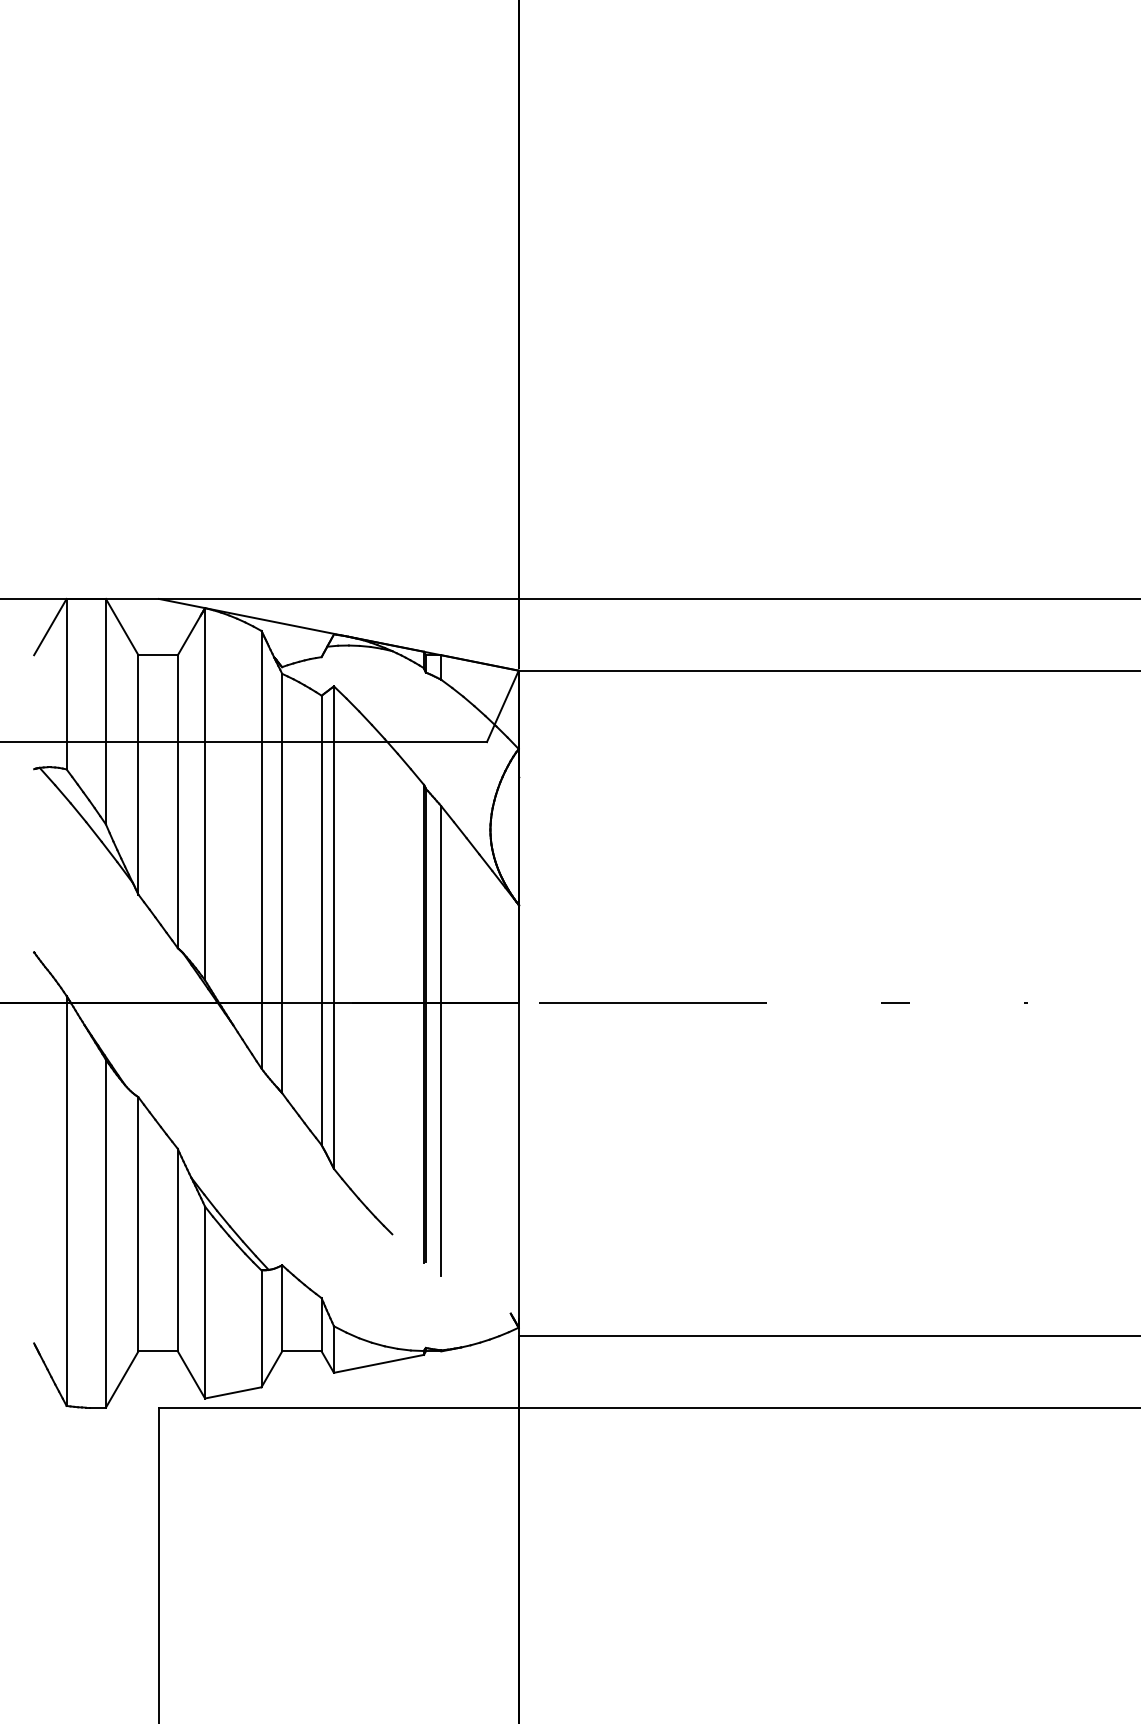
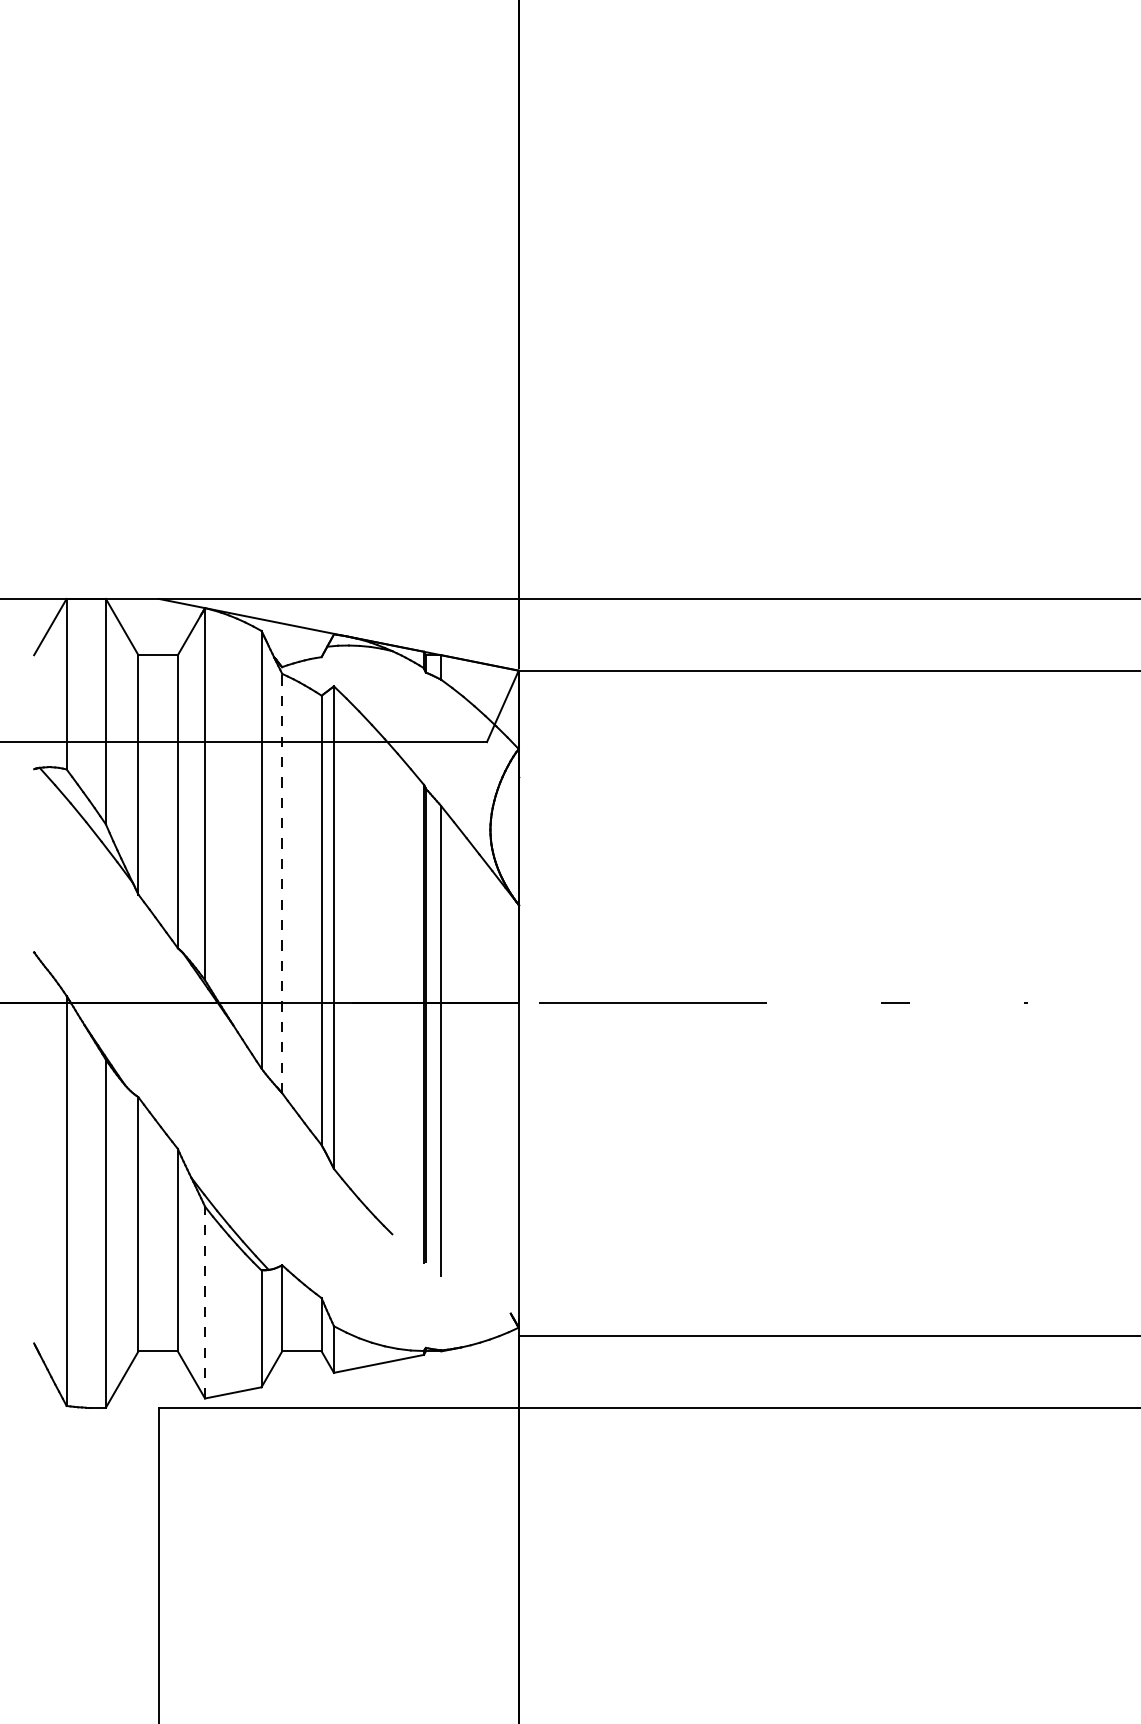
line at (282, 883): solid -> dashed
line at (205, 1302): solid -> dashed
